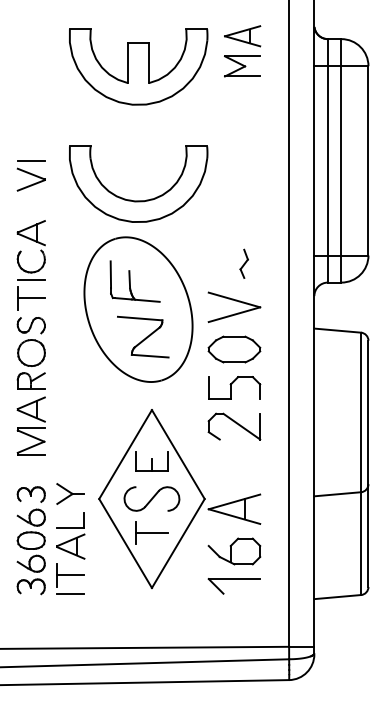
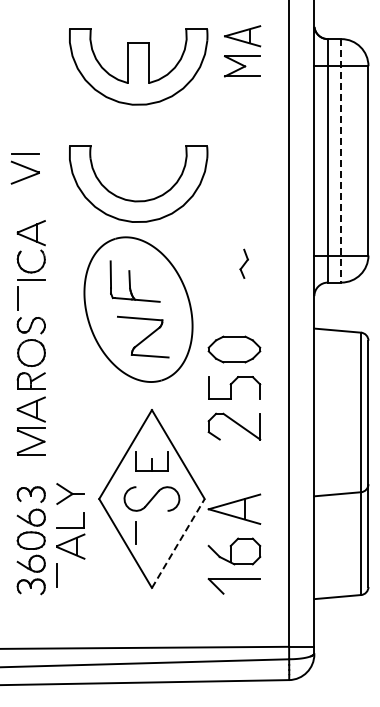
line at (341, 160): solid -> dashed
part at (30, 175) position: (30, 175) -> (24, 168)
line at (30, 298): present -> none
part at (234, 306): present -> none
line at (151, 532): present -> none
line at (178, 543): solid -> dashed
line at (70, 575): present -> none
line at (70, 593): present -> none
